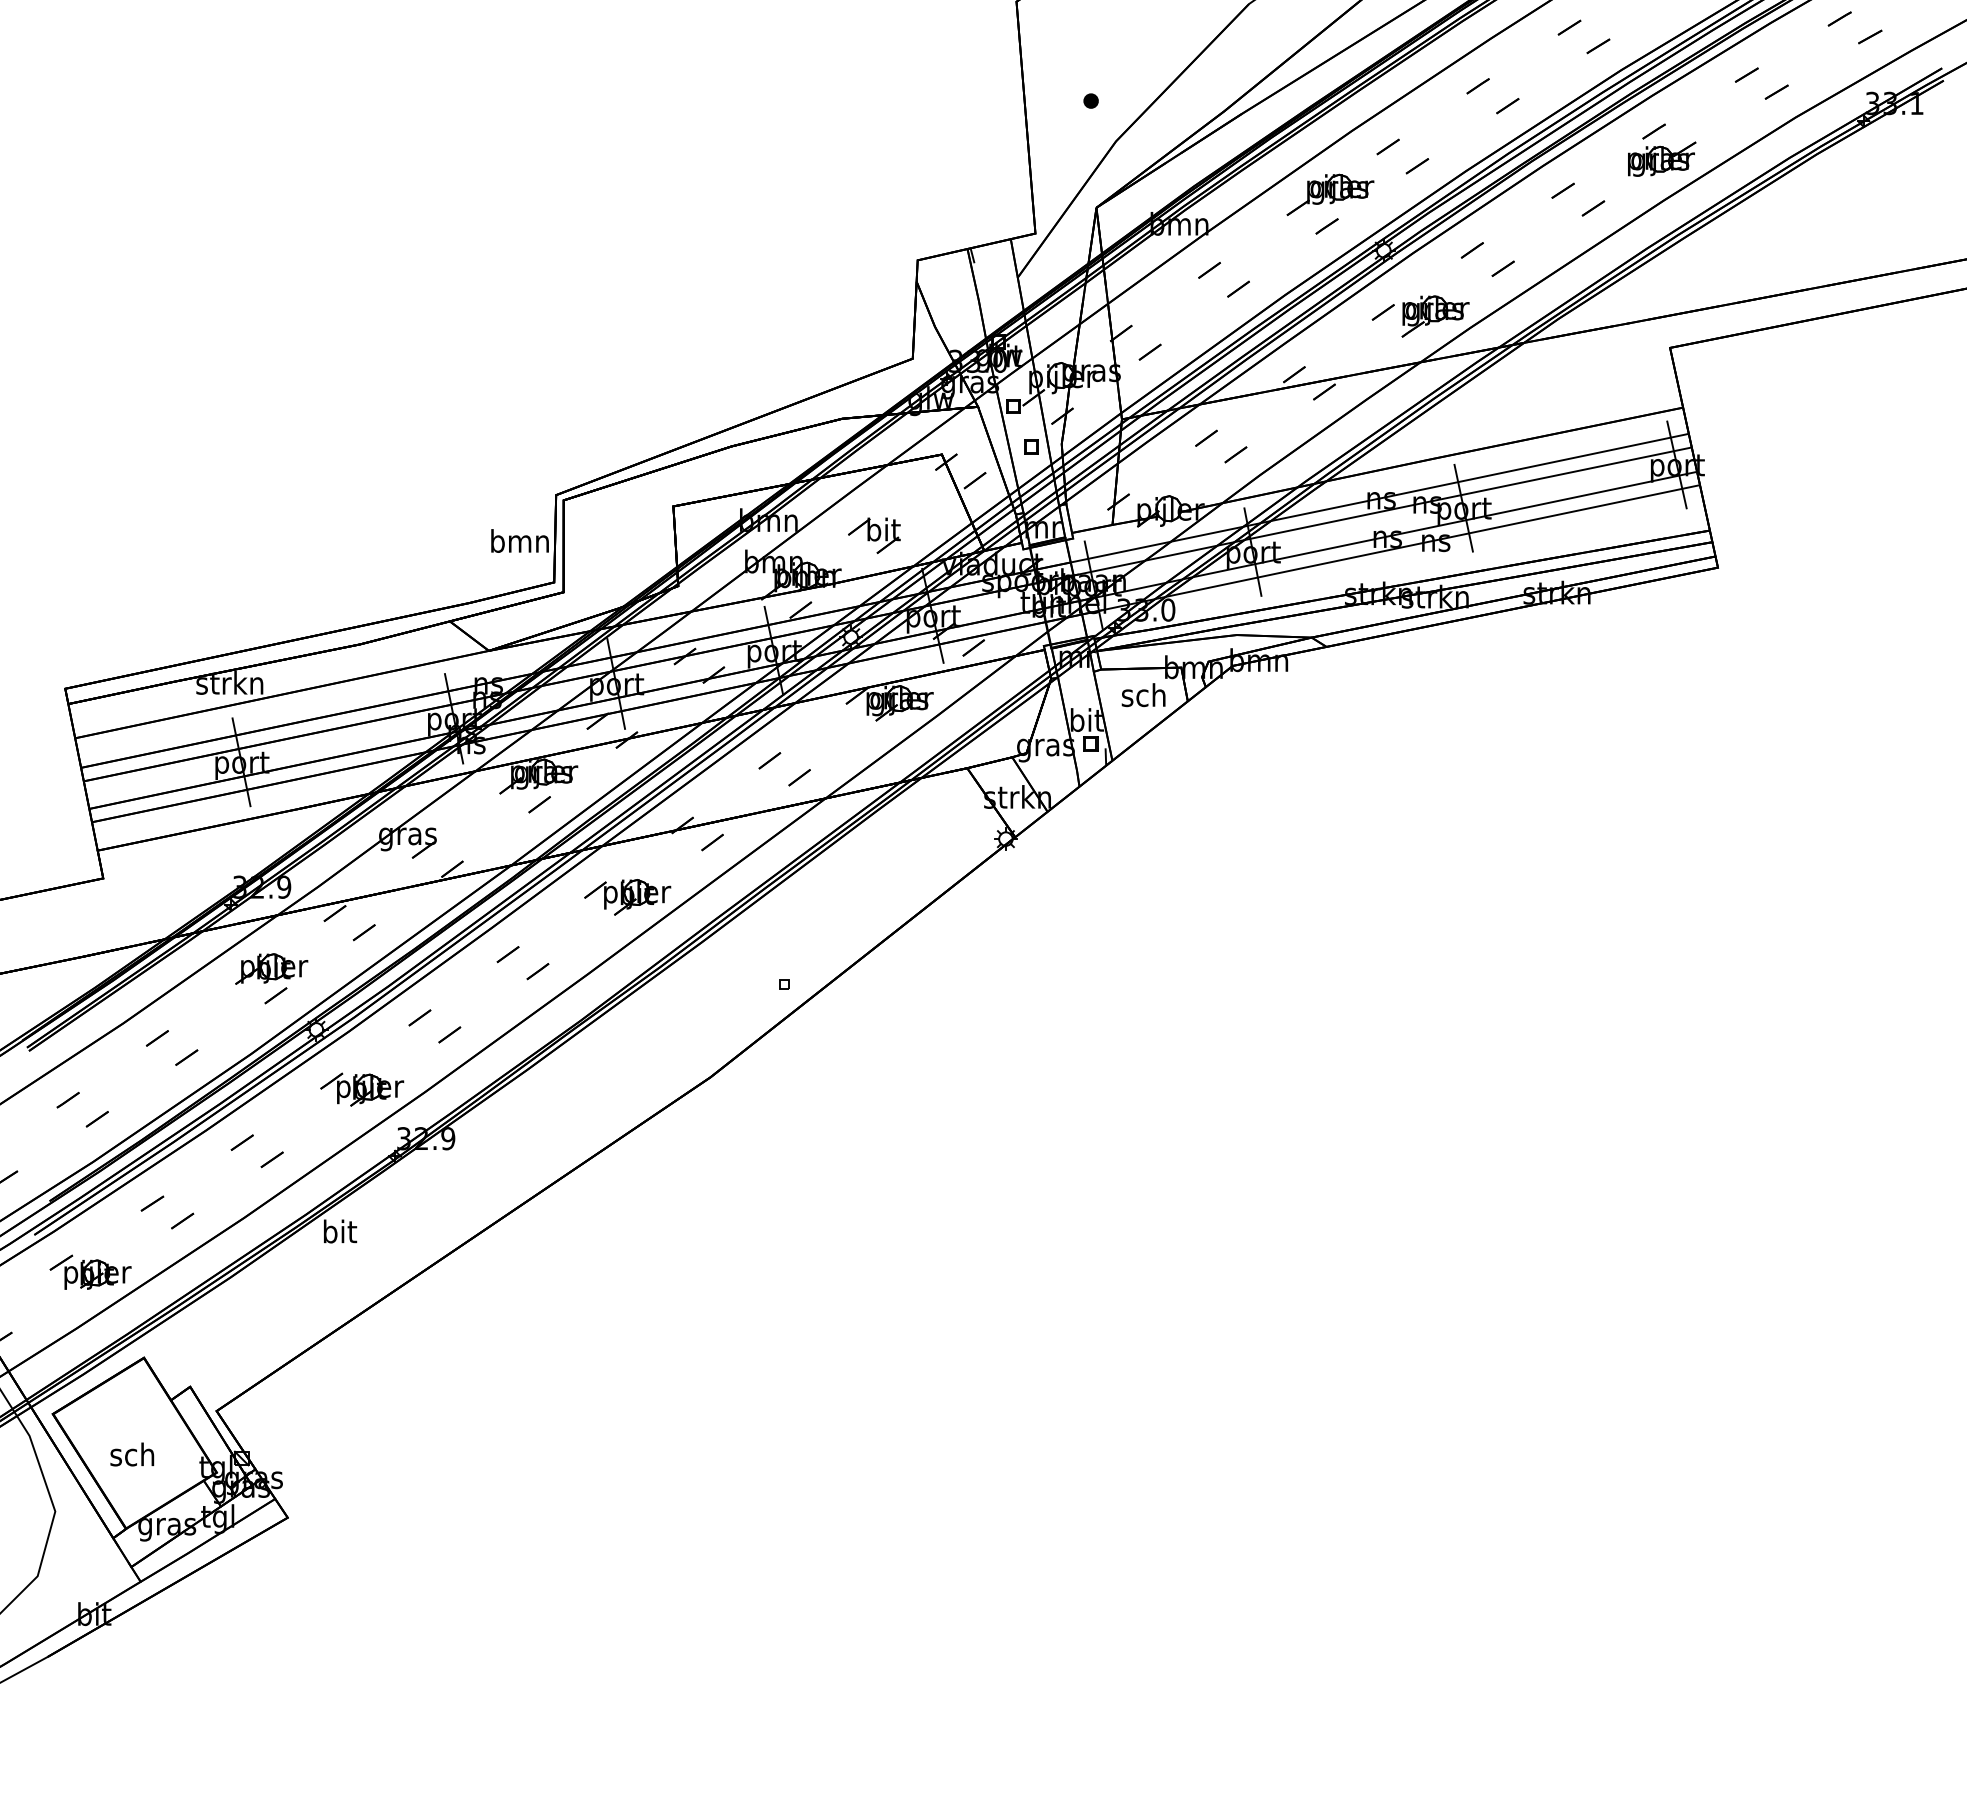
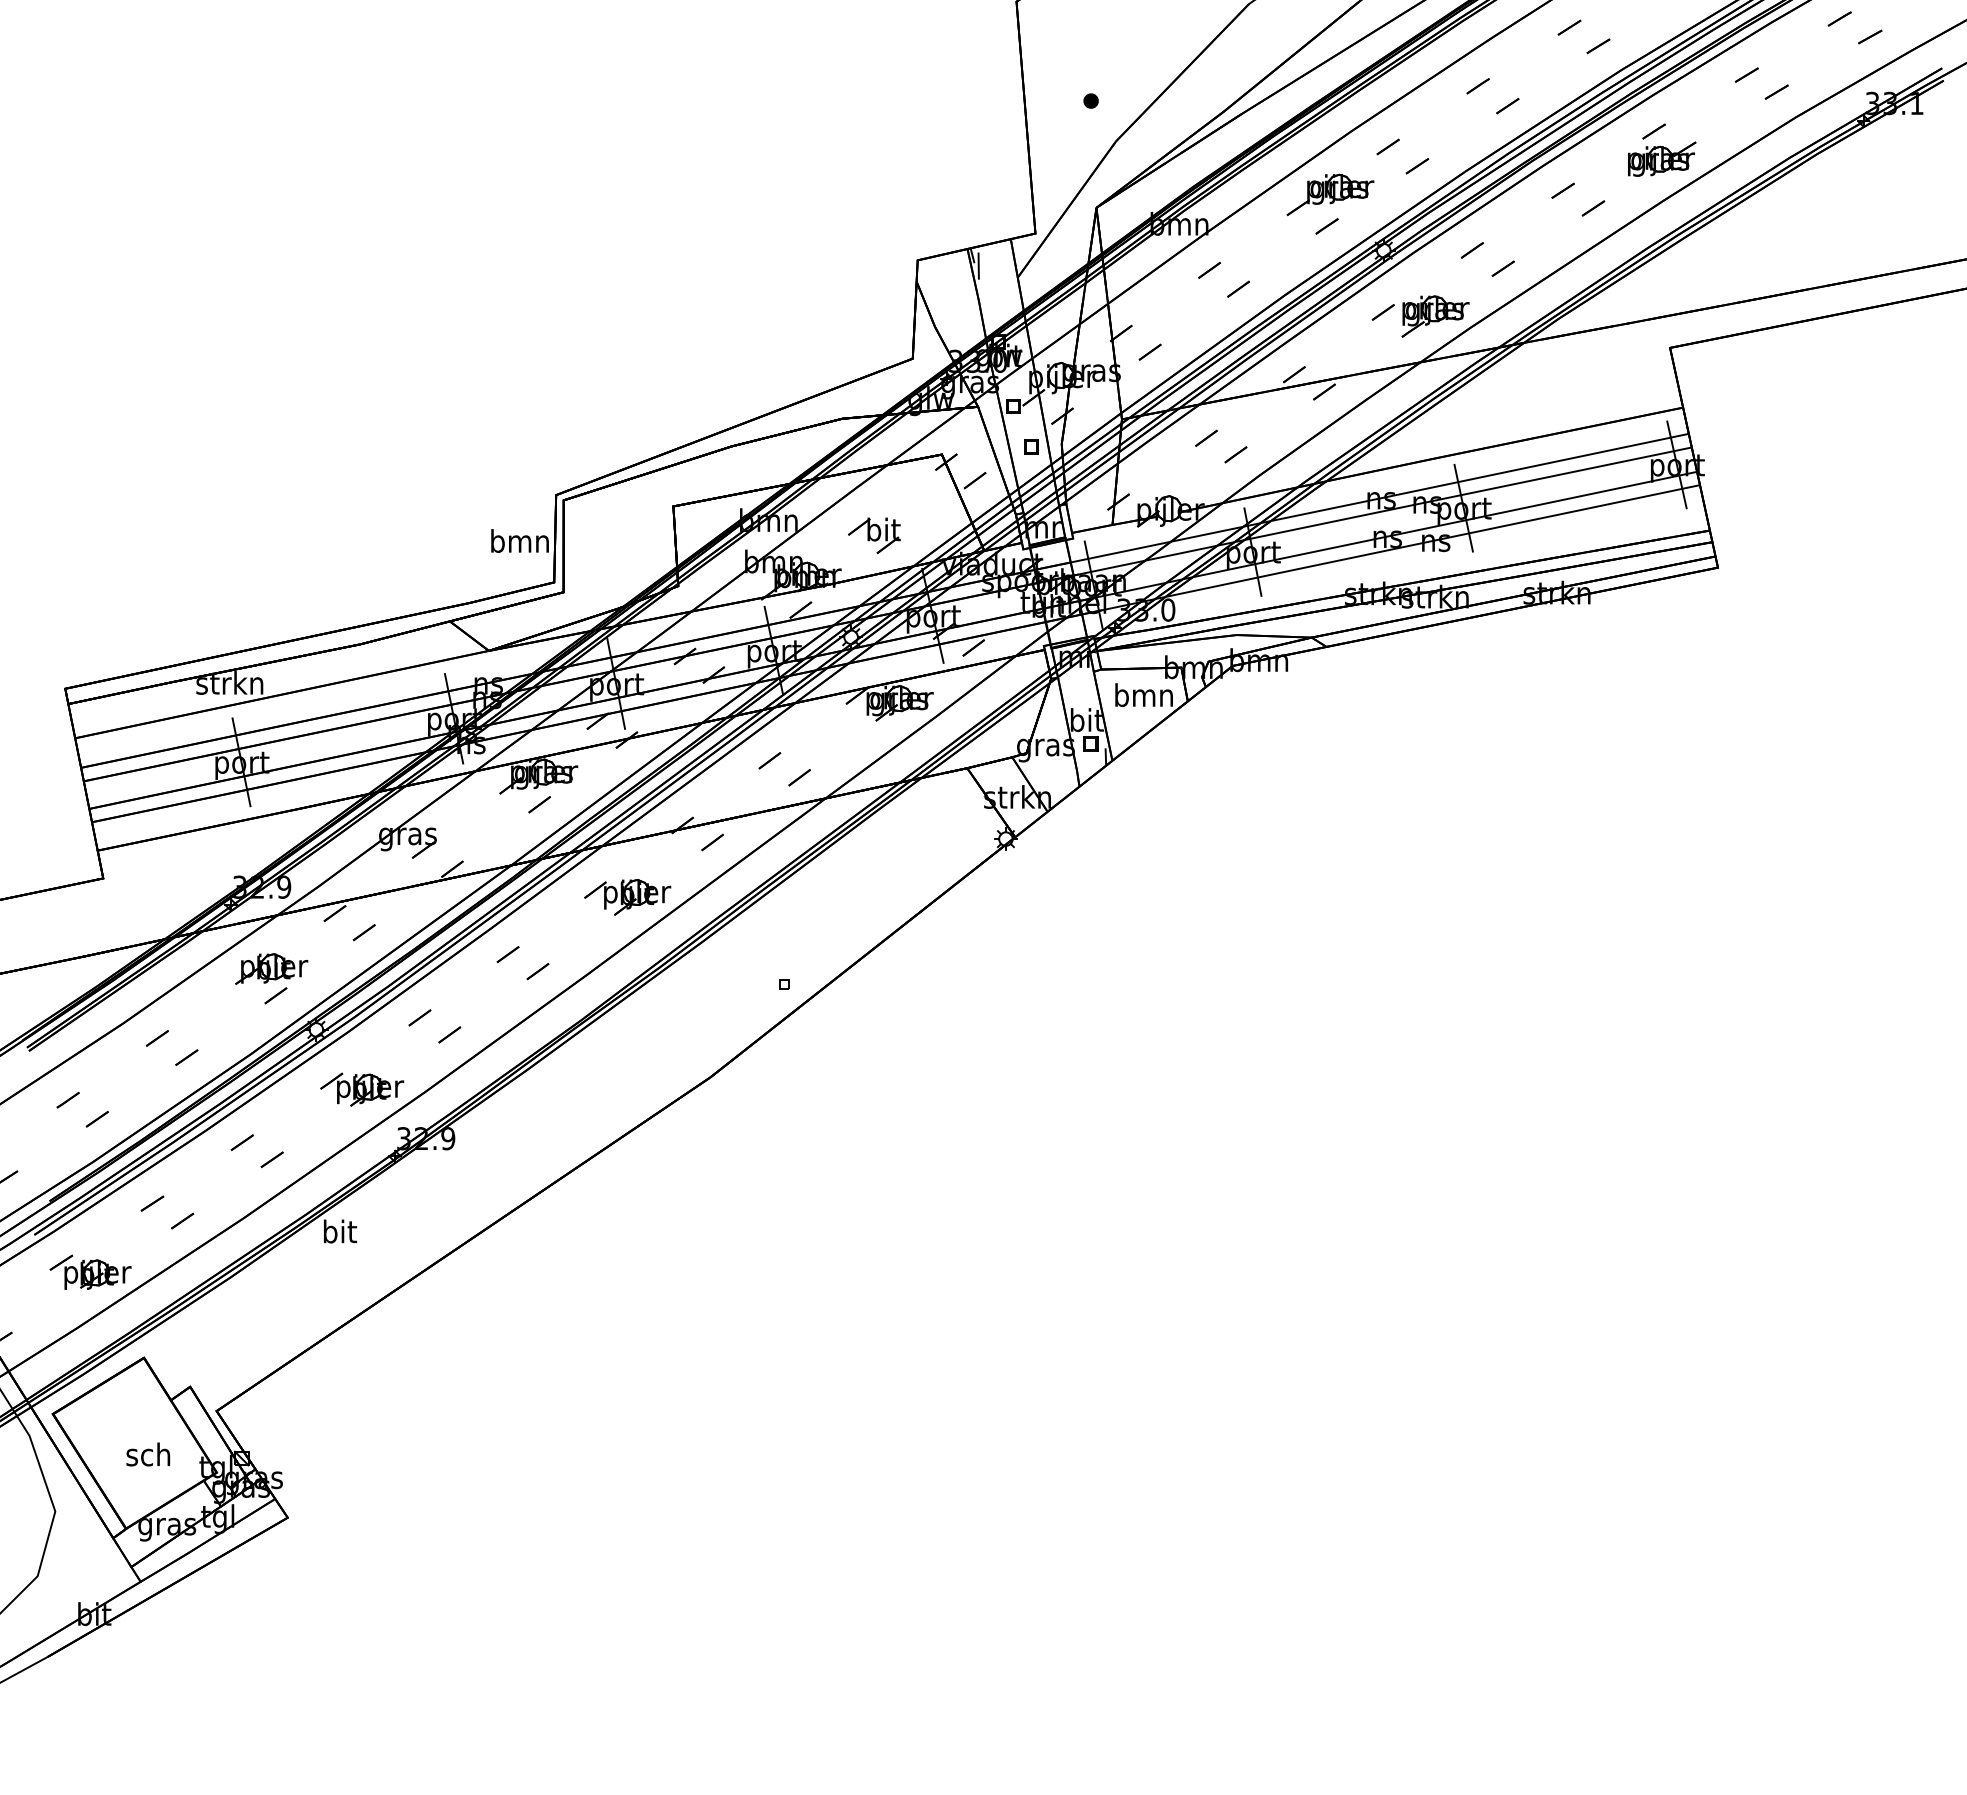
line at (978, 262): none -> present
text at (1143, 695): sch -> bmn
text at (132, 1454) position: (132, 1454) -> (148, 1454)
